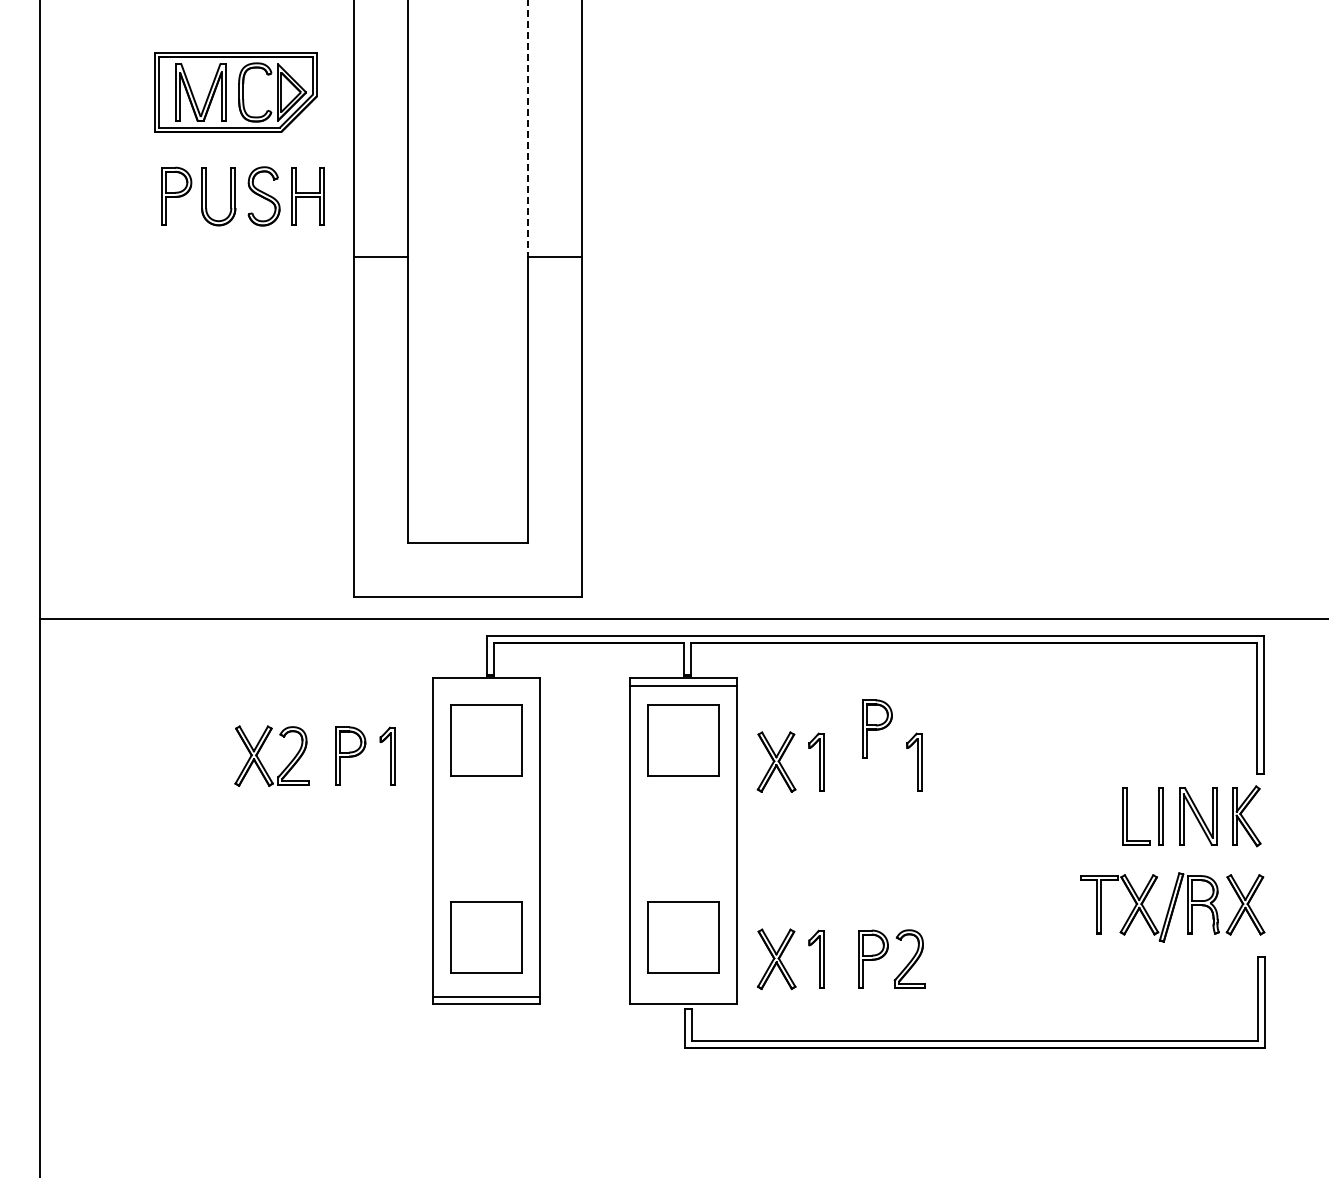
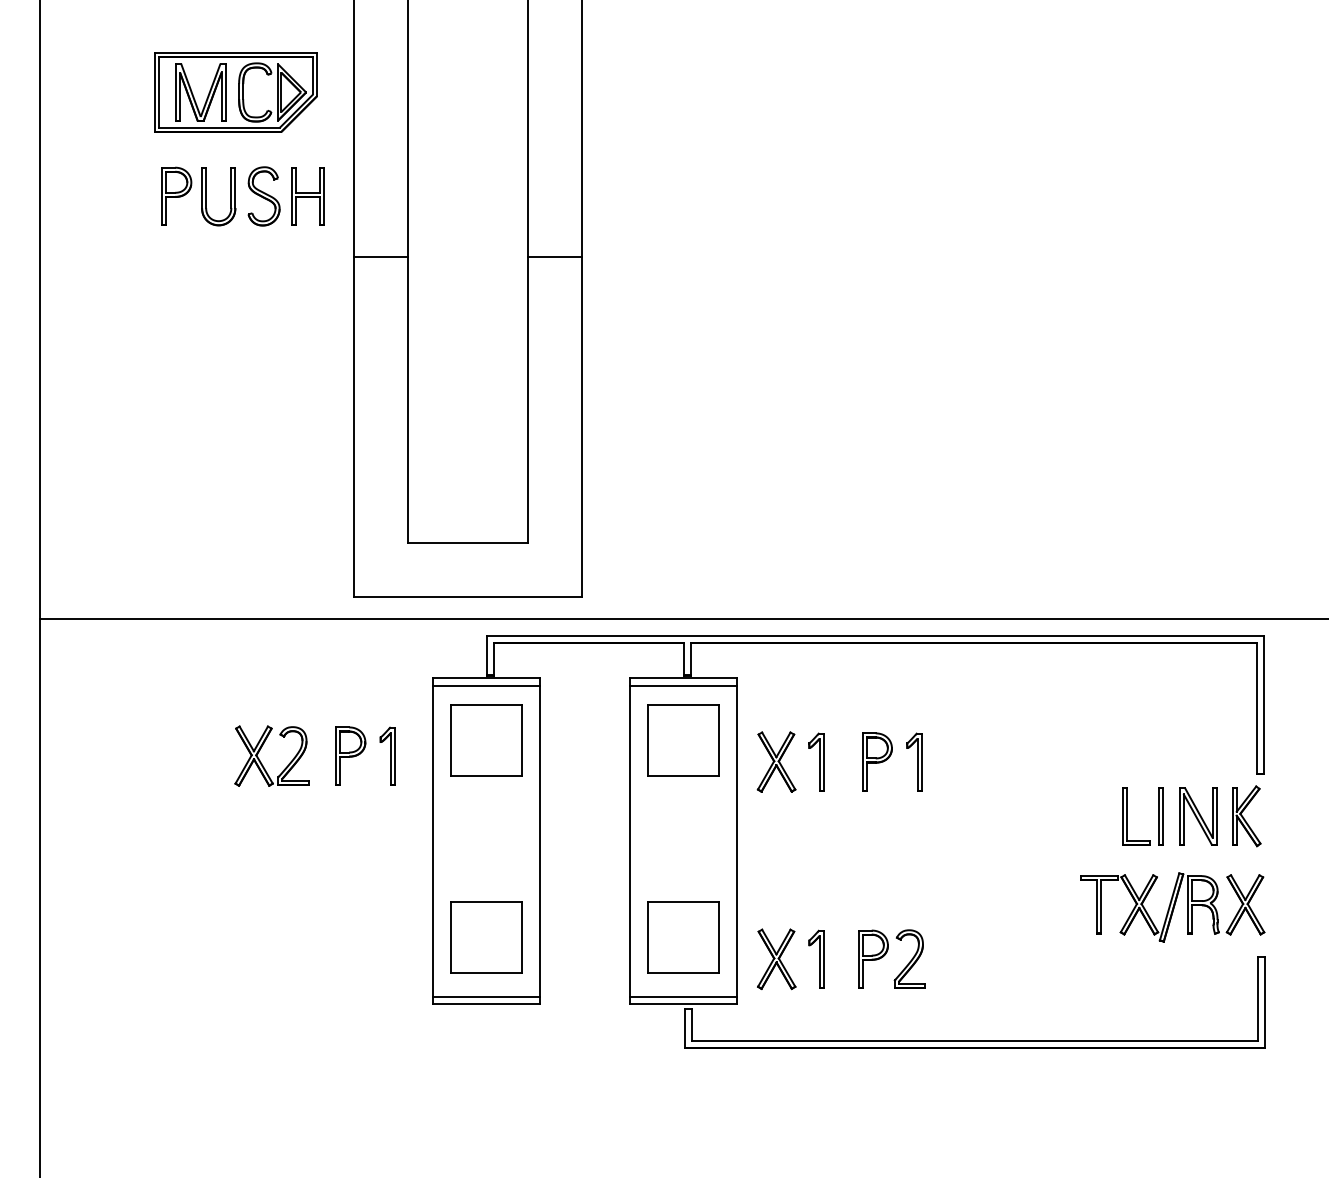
line at (527, 129): dashed -> solid
line at (486, 685): none -> present
part at (877, 728) position: (877, 728) -> (877, 761)
line at (683, 997): none -> present
